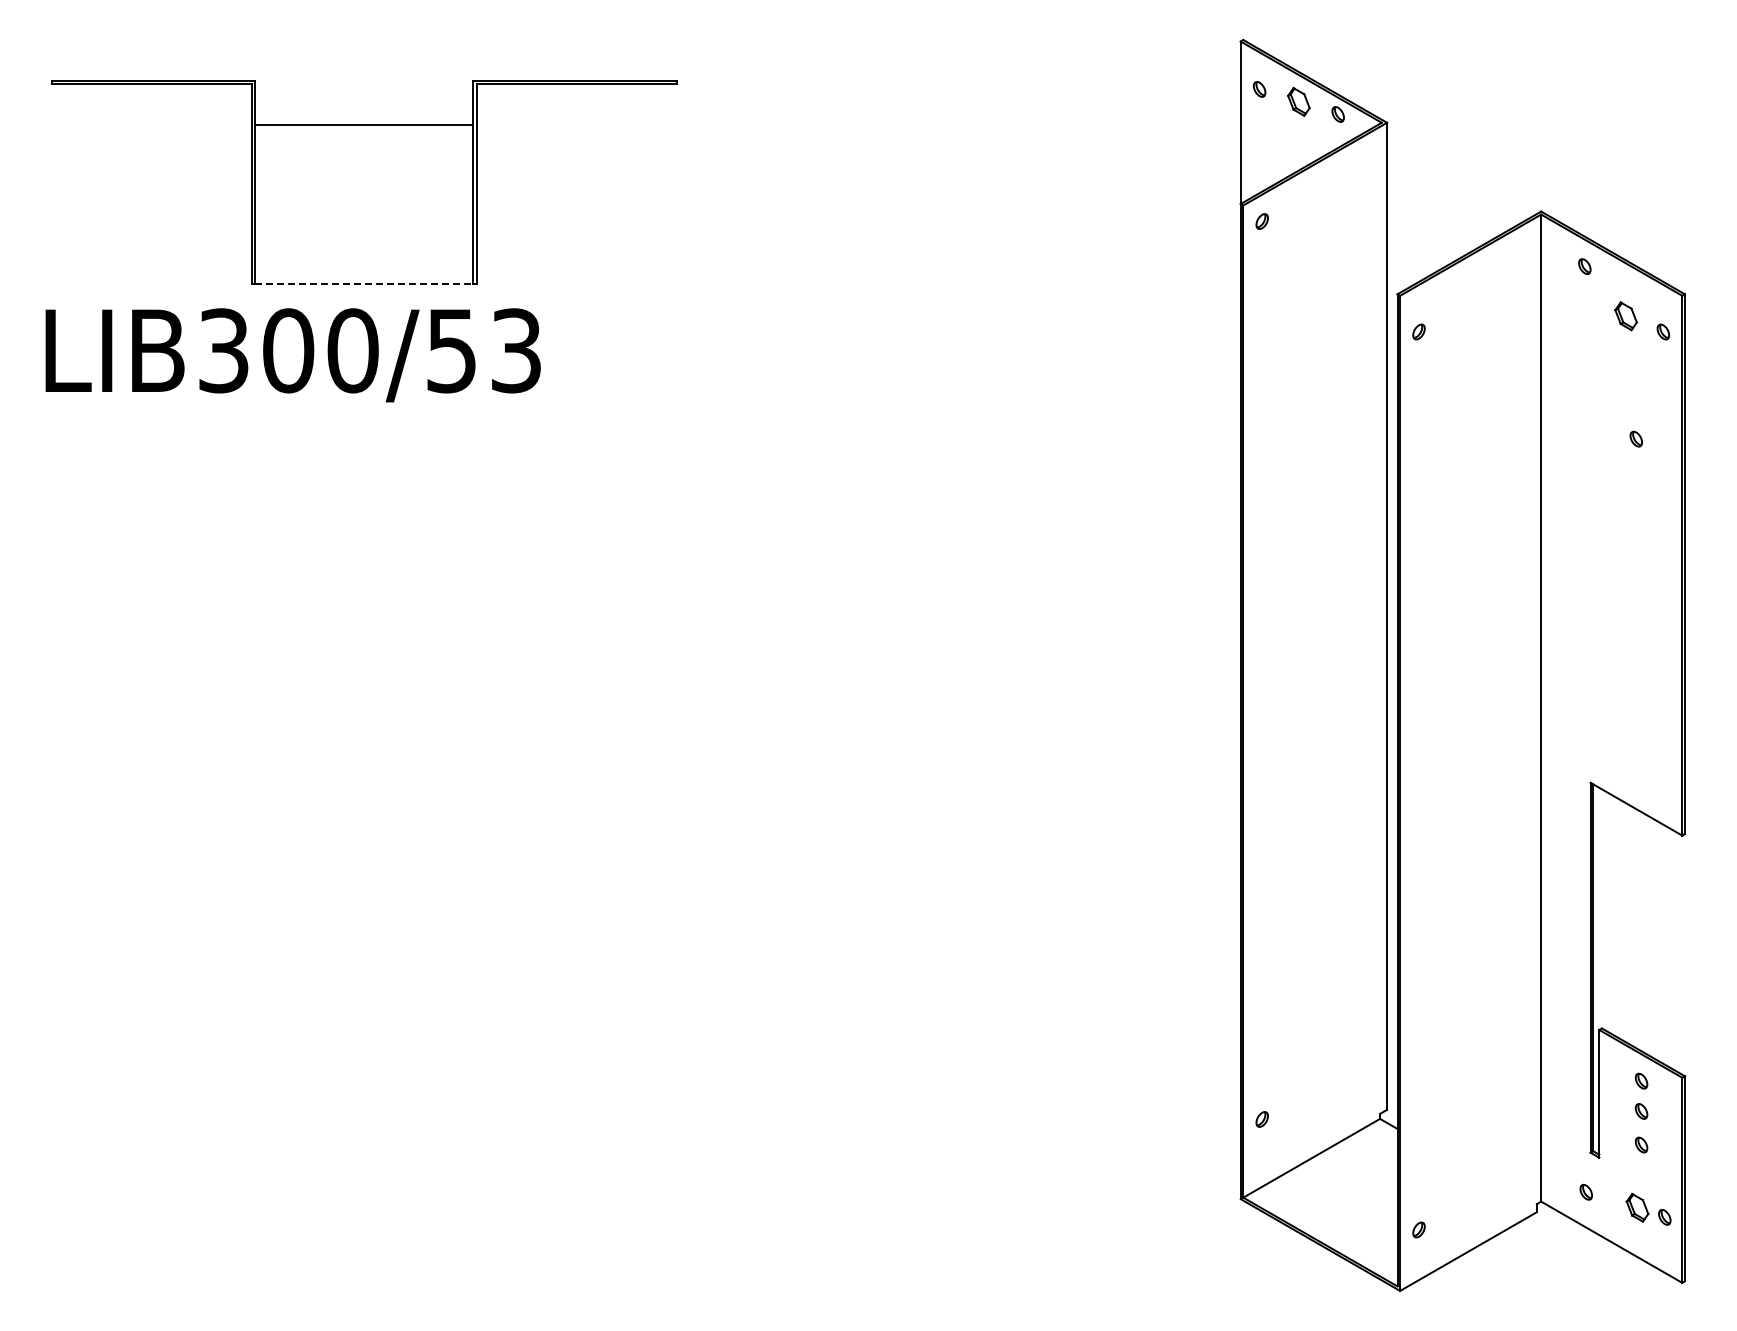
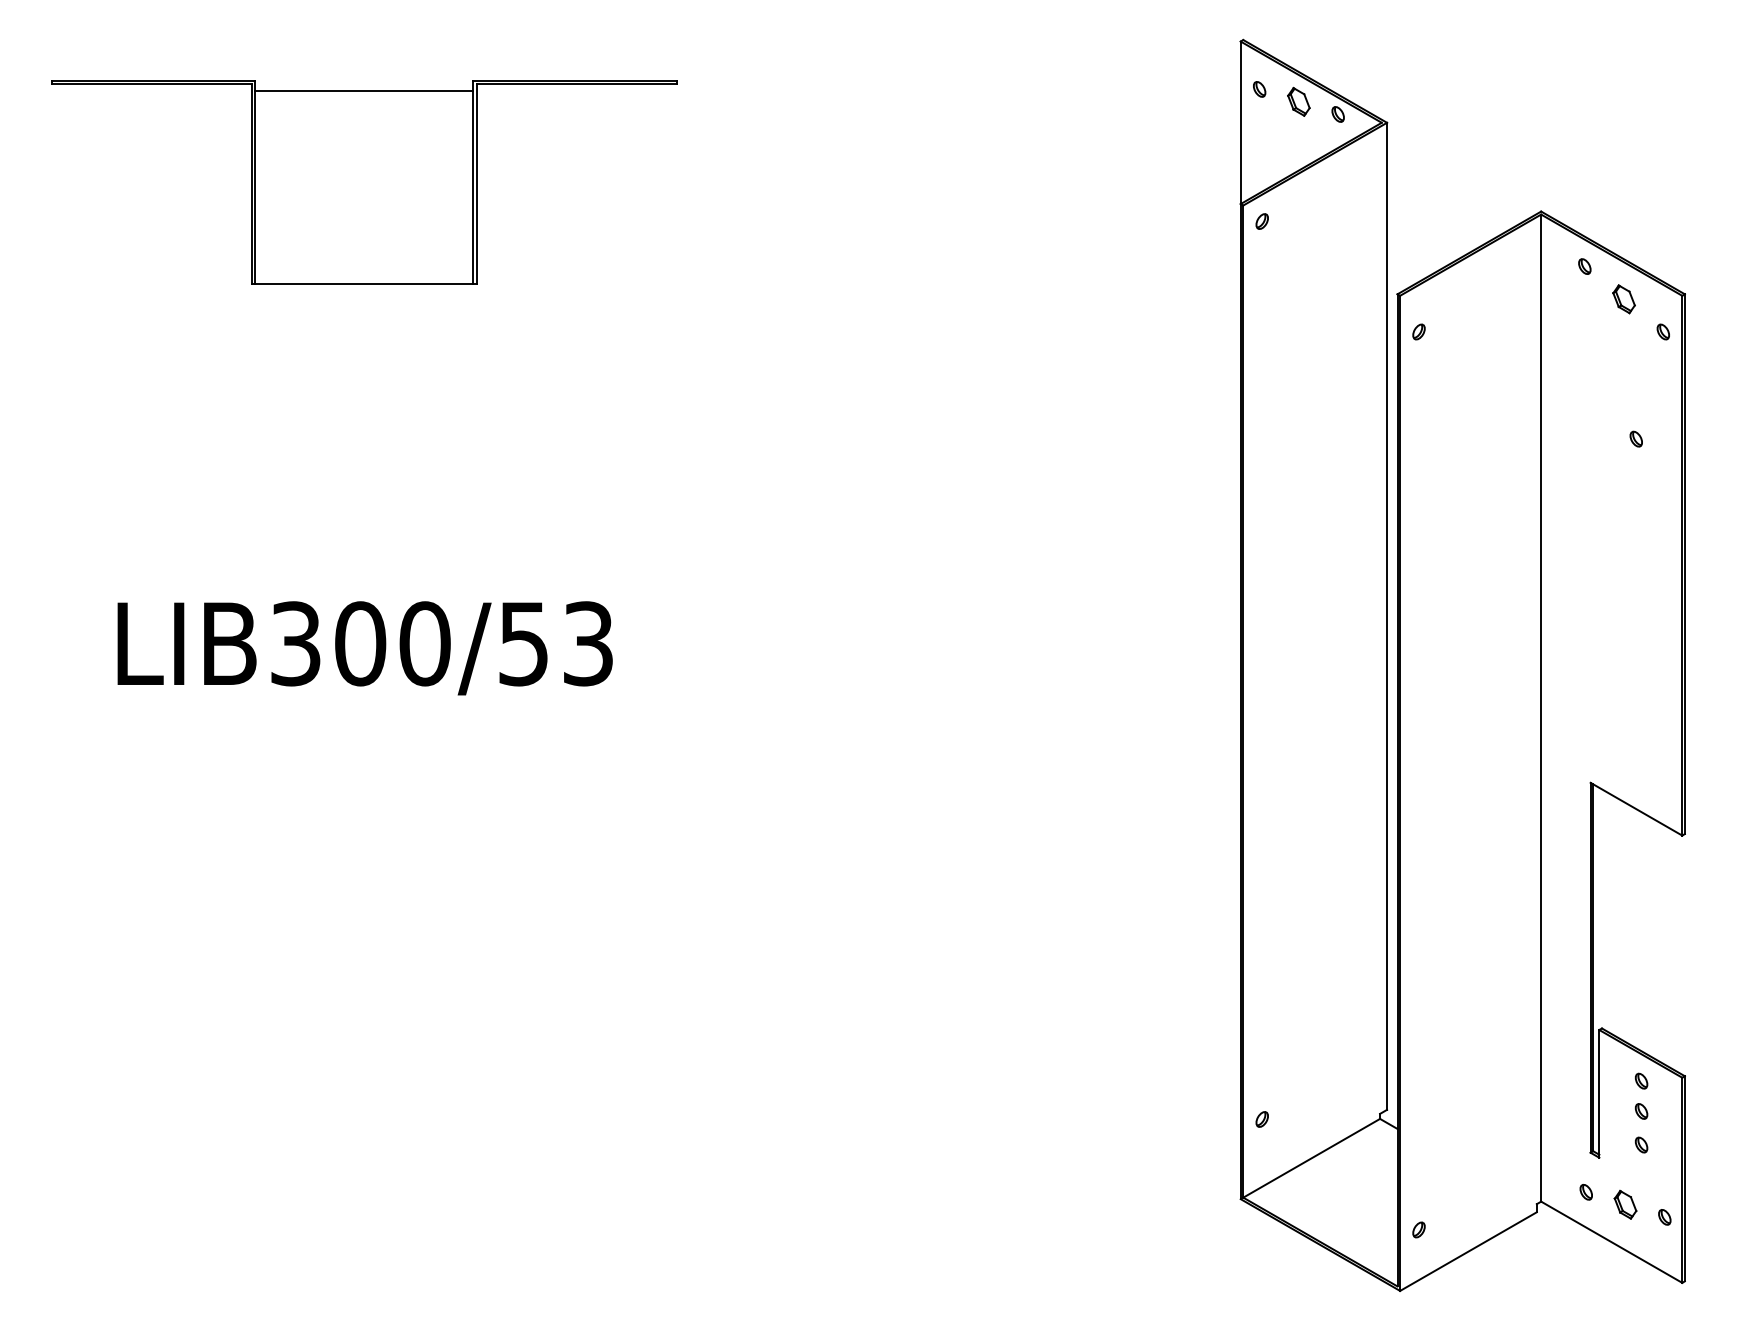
line at (364, 124) position: (364, 124) -> (364, 90)
line at (364, 283): dashed -> solid
part at (1625, 316) position: (1625, 316) -> (1623, 299)
text at (292, 355) position: (292, 355) -> (364, 648)
part at (1637, 1207) position: (1637, 1207) -> (1625, 1204)
